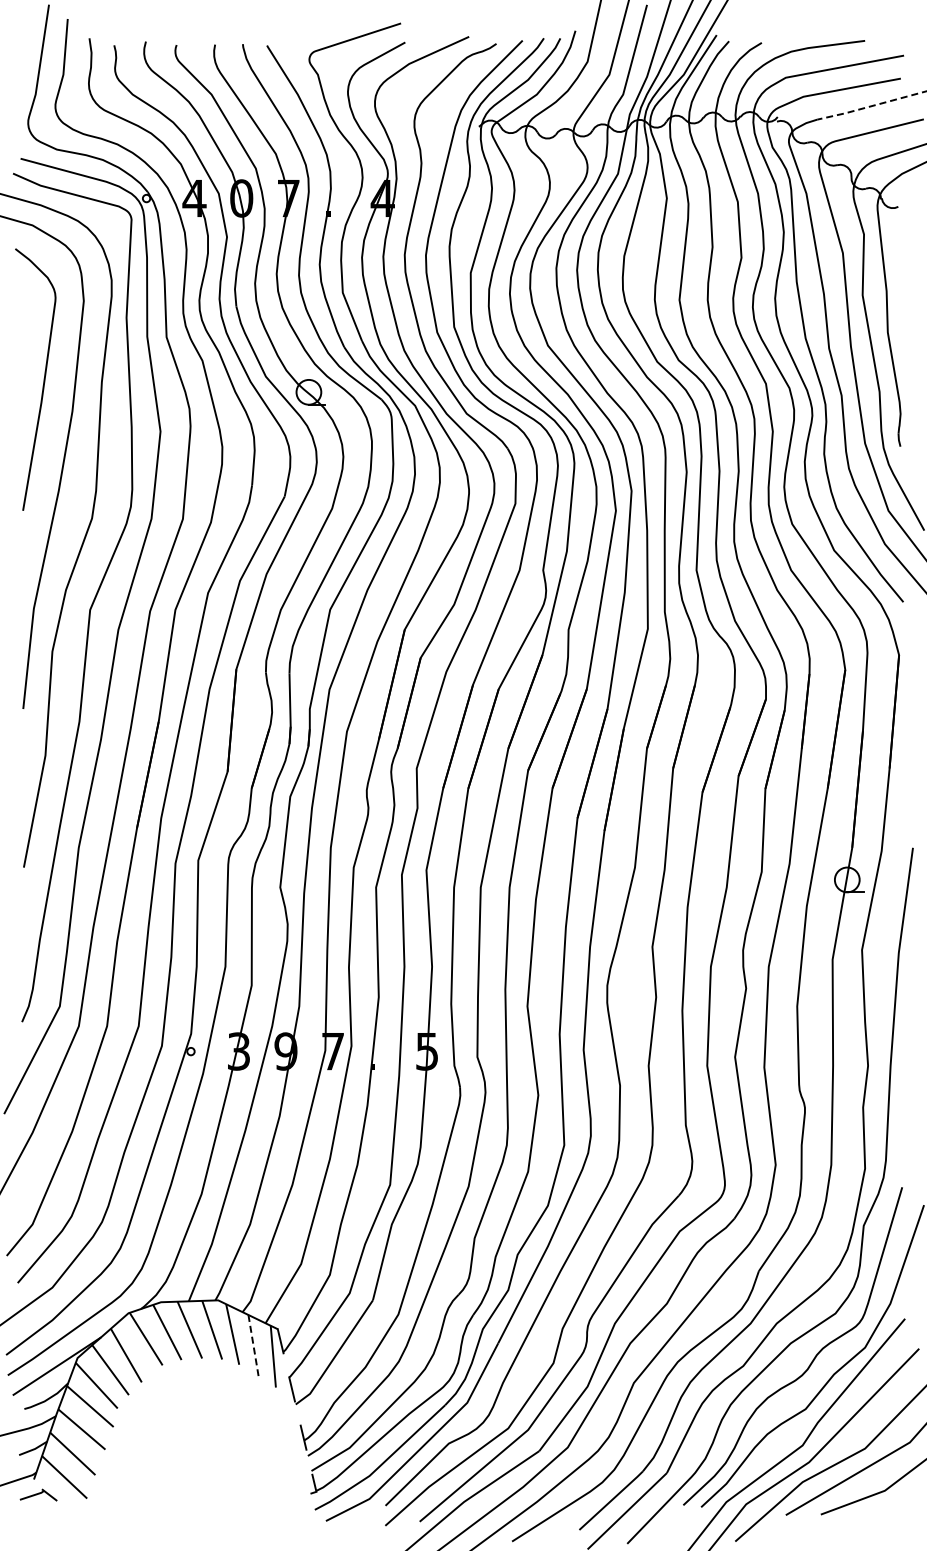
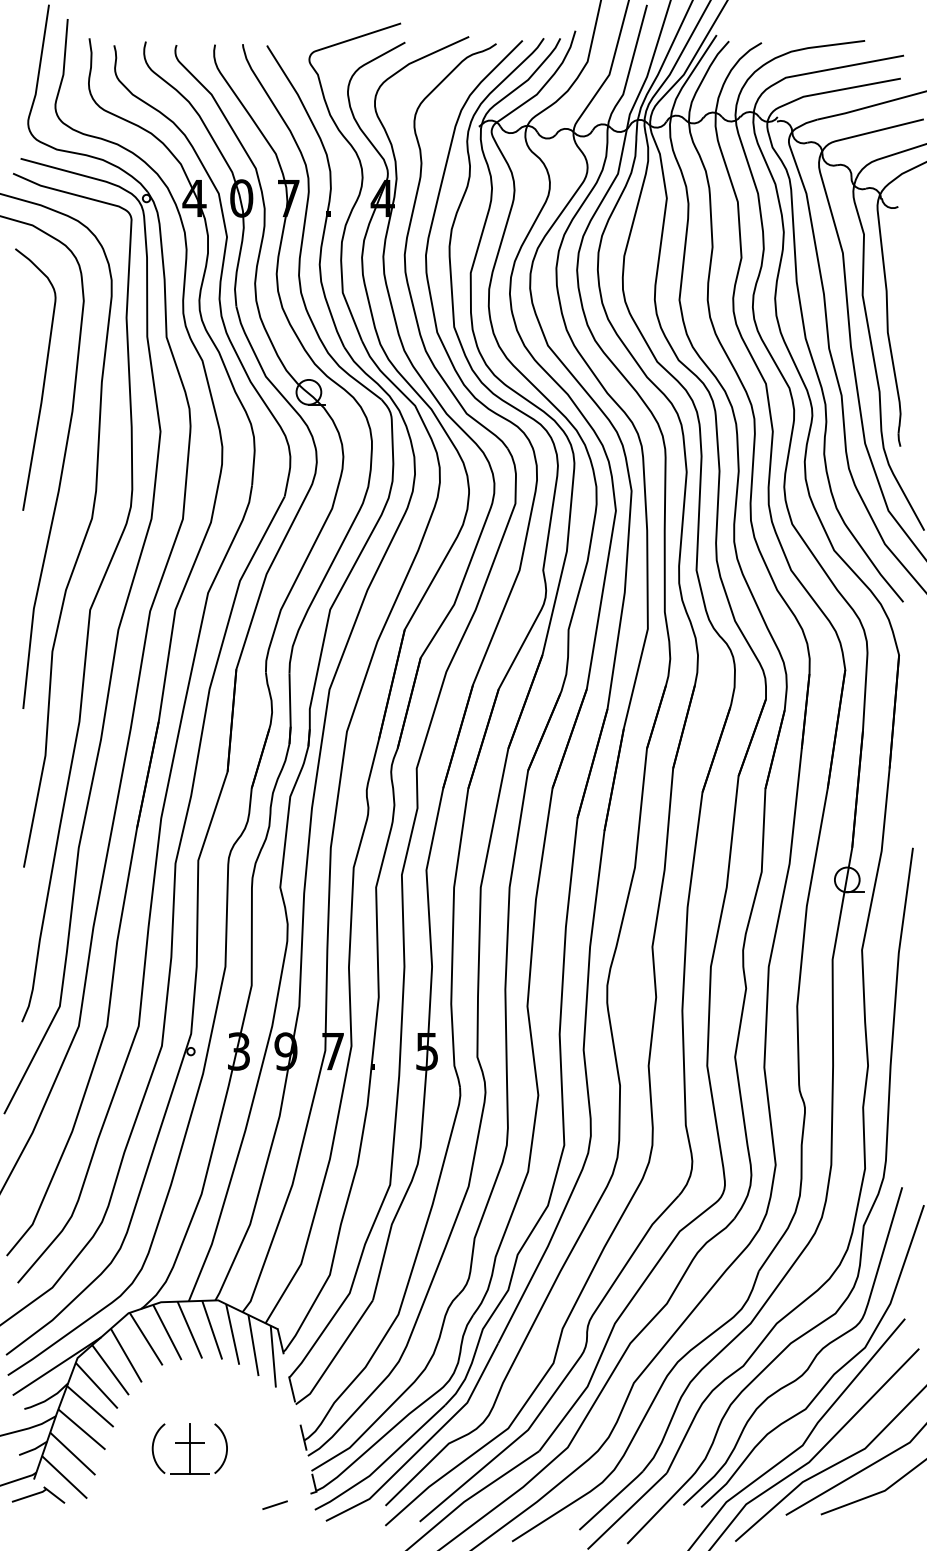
line at (871, 106): dashed -> solid
line at (253, 1345): dashed -> solid
part at (189, 1448): none -> present
part at (38, 1494) size: 39x14 px -> 55x18 px
line at (274, 1505): none -> present
